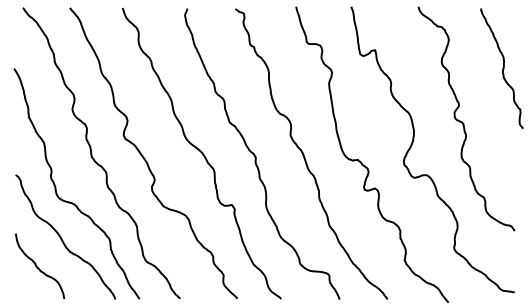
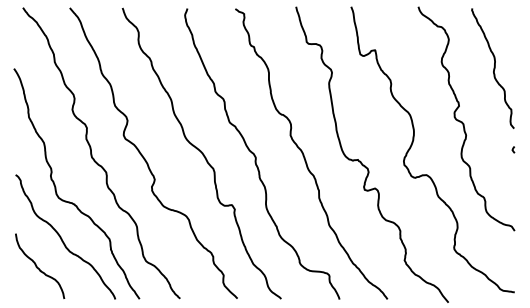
curve at (502, 68) position: (502, 68) -> (493, 68)
line at (513, 149): none -> present
